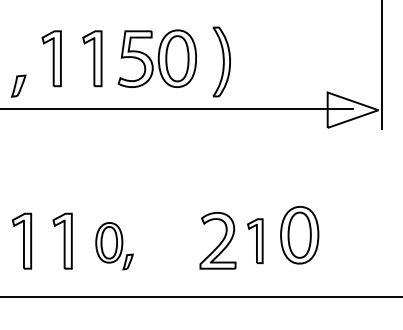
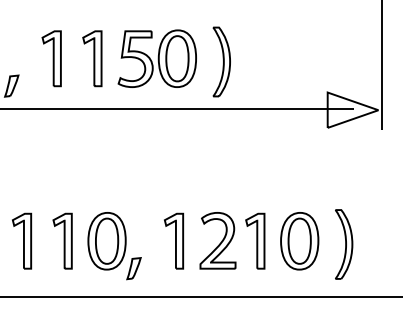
part at (18, 85) position: (18, 85) -> (11, 85)
part at (299, 235) position: (299, 235) -> (299, 241)
part at (174, 240): none -> present
part at (255, 241) size: 17x47 px -> 21x58 px
part at (344, 244): none -> present
part at (114, 246) size: 39x49 px -> 55x69 px
